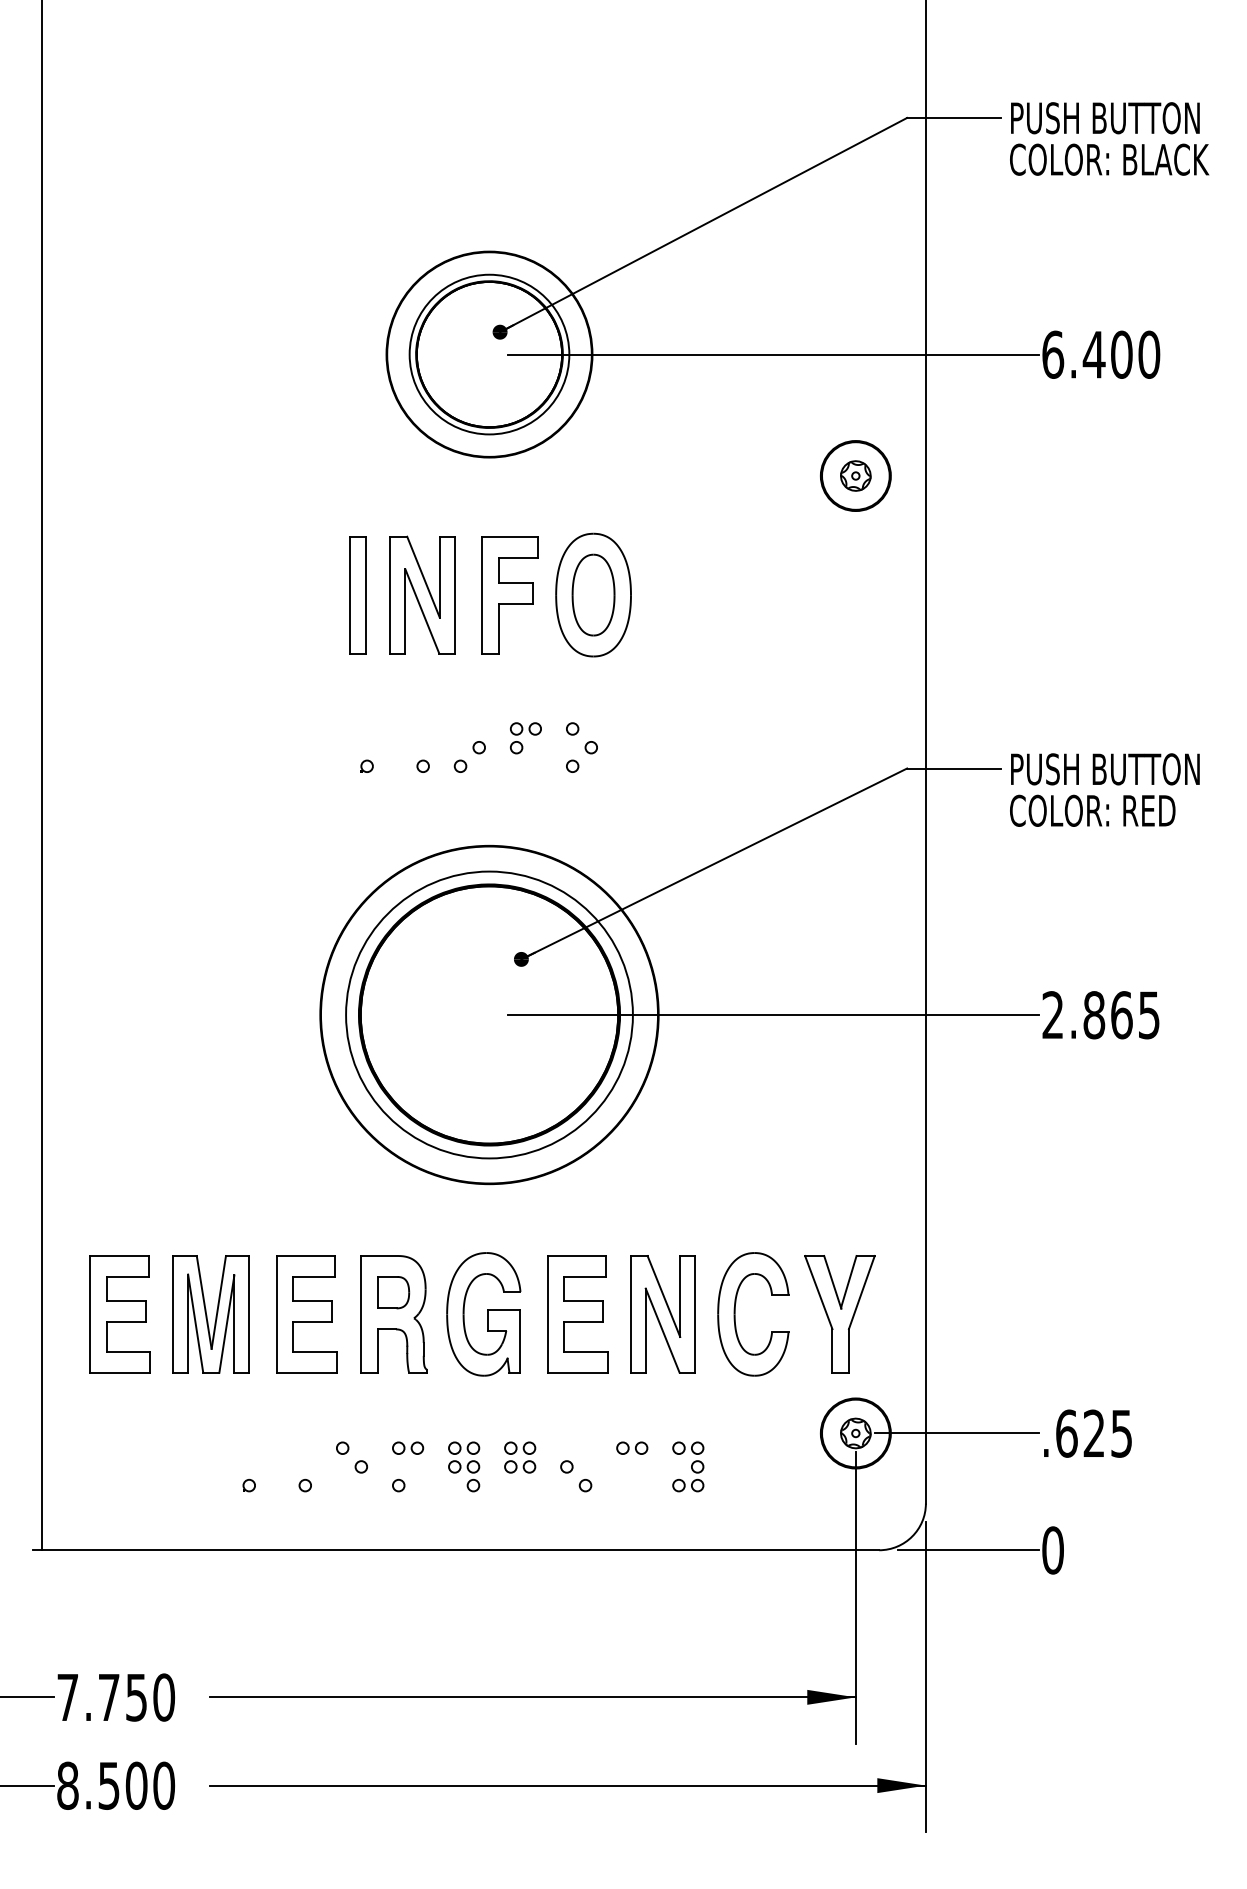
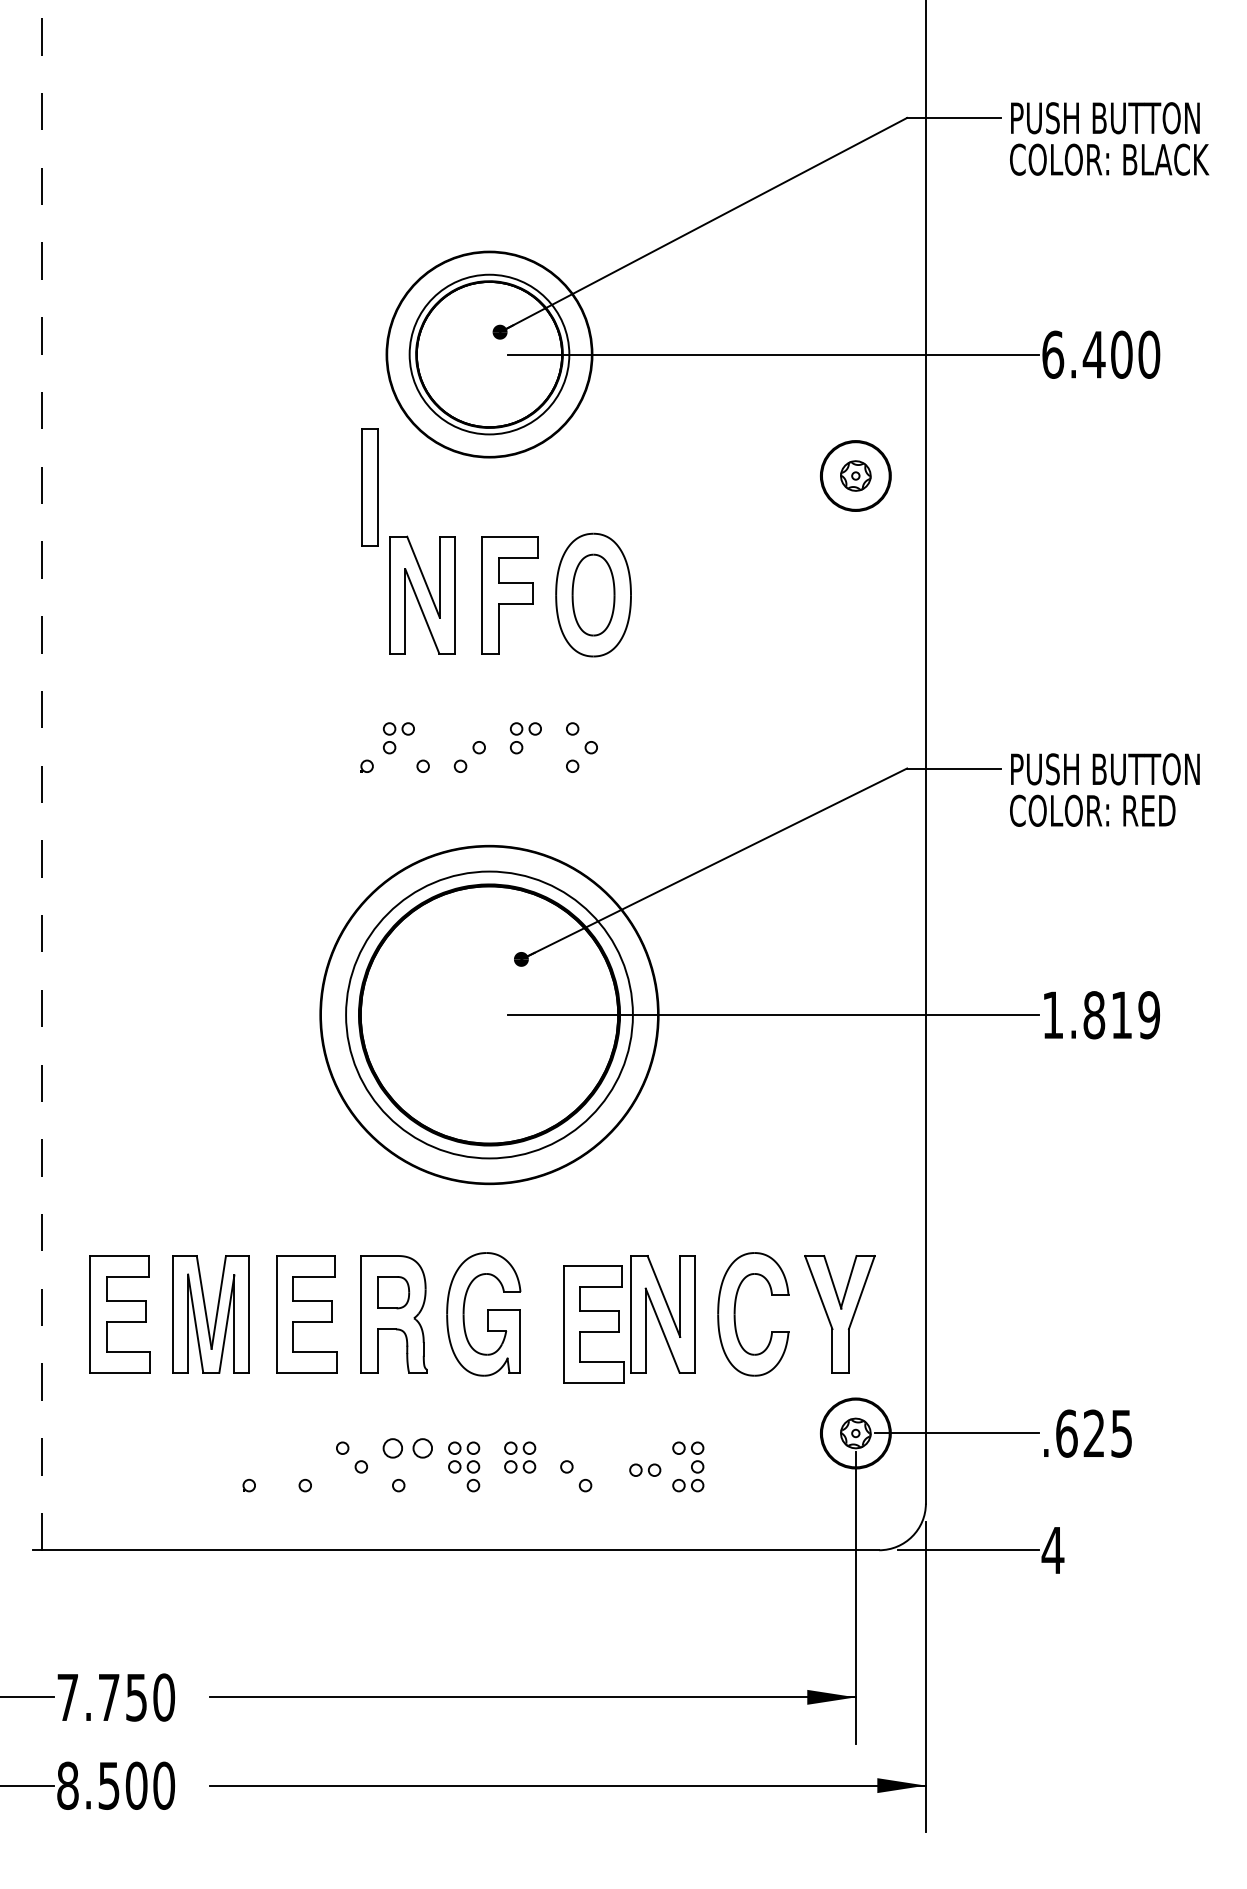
part at (357, 595) position: (357, 595) -> (369, 487)
part at (394, 733): none -> present
line at (42, 775): solid -> dashed
text at (1101, 1015): 2.865 -> 1.819
part at (577, 1314) position: (577, 1314) -> (593, 1324)
part at (408, 1447) size: 33x14 px -> 51x21 px
part at (632, 1447) position: (632, 1447) -> (645, 1469)
text at (1052, 1550): 0 -> 4
